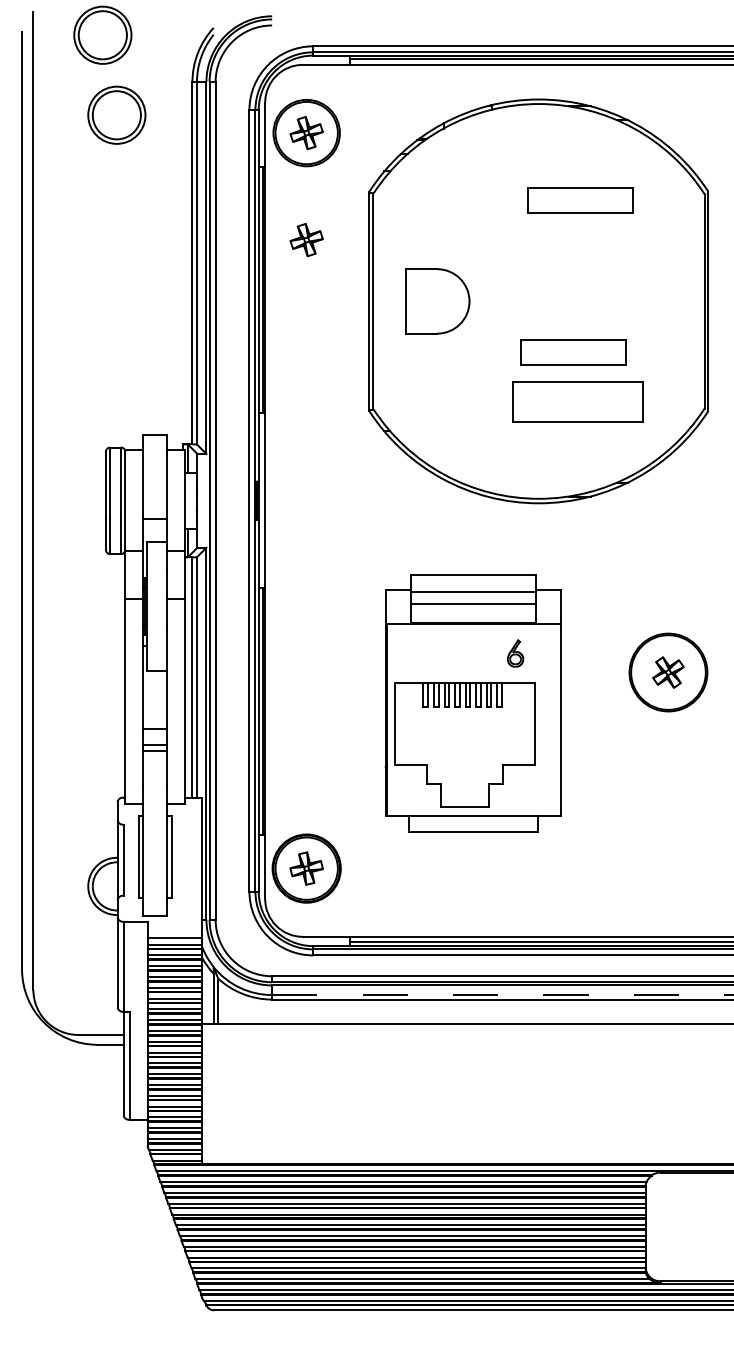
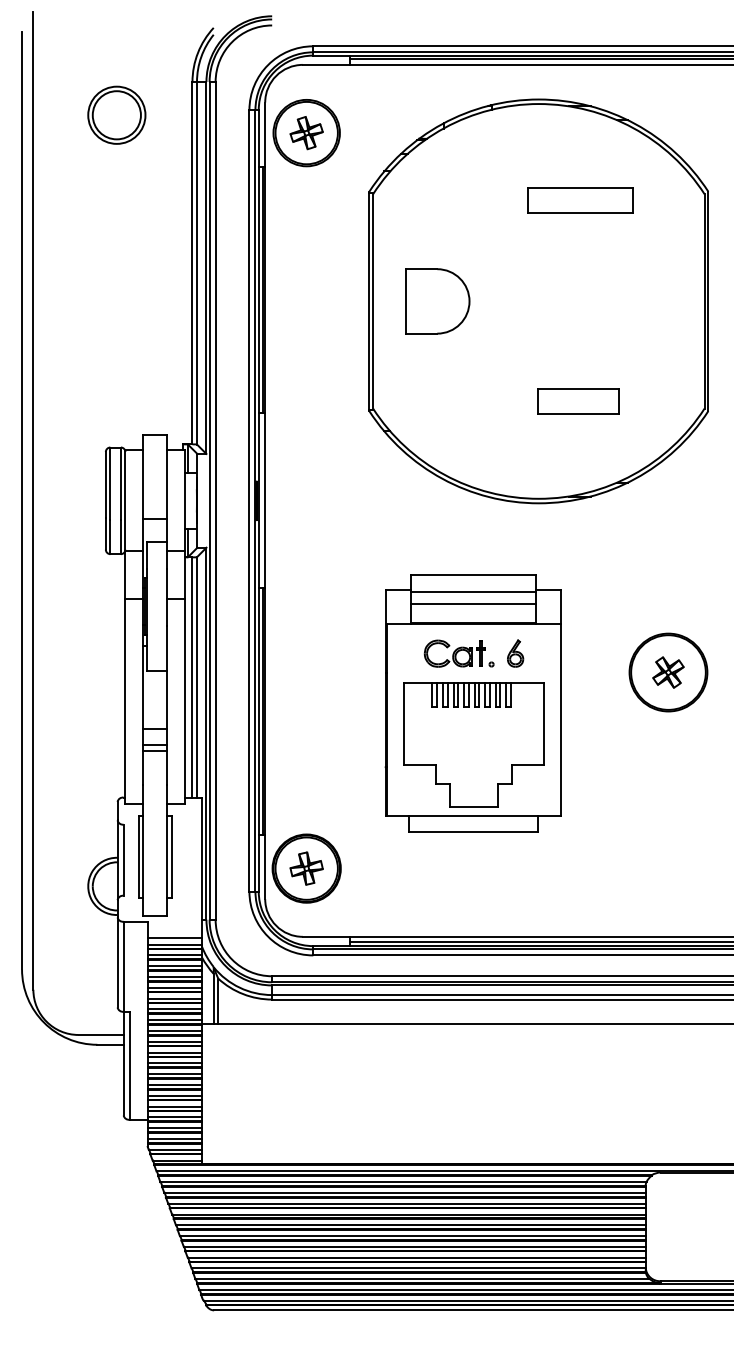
part at (102, 34): present -> none
part at (306, 240): present -> none
part at (573, 352): present -> none
part at (577, 401) size: 132x42 px -> 83x27 px
part at (458, 653): none -> present
part at (464, 744) position: (464, 744) -> (473, 744)
line at (503, 995): dashed -> solid
